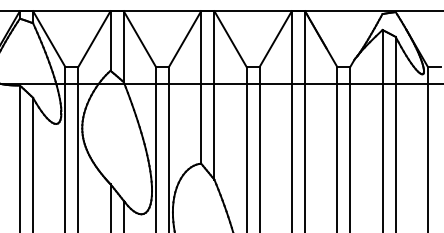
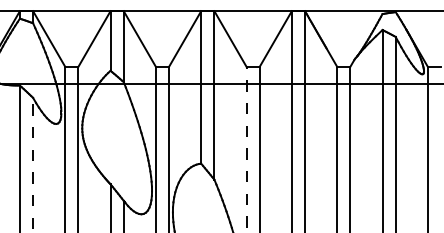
line at (246, 149): solid -> dashed
line at (33, 164): solid -> dashed
